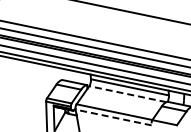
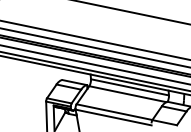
line at (127, 94): dashed -> solid
line at (113, 117): dashed -> solid
